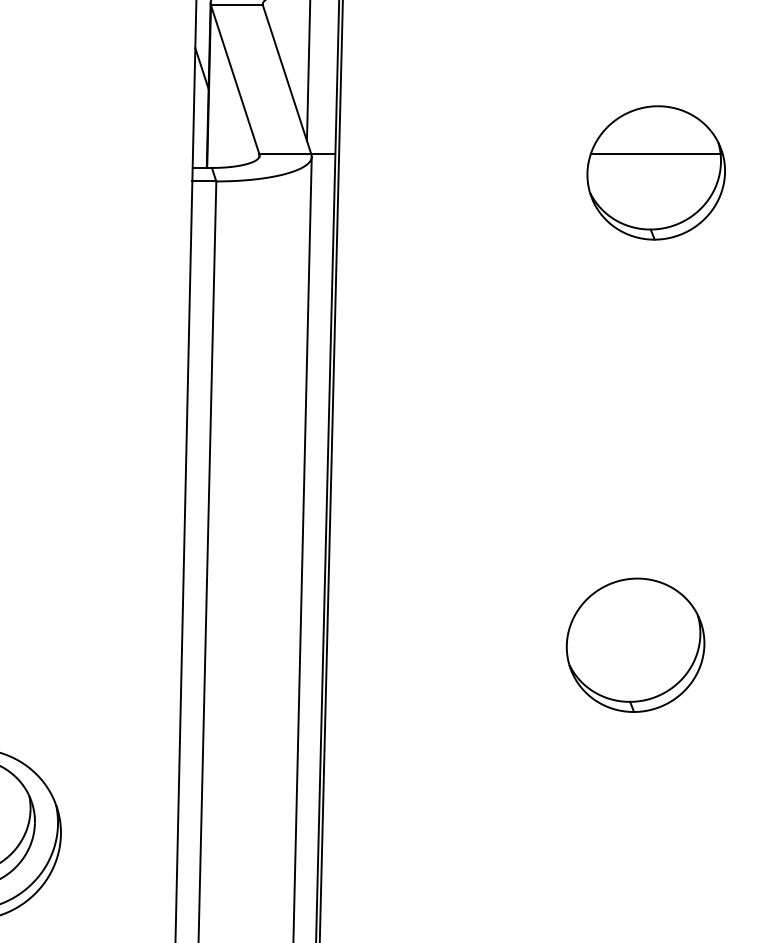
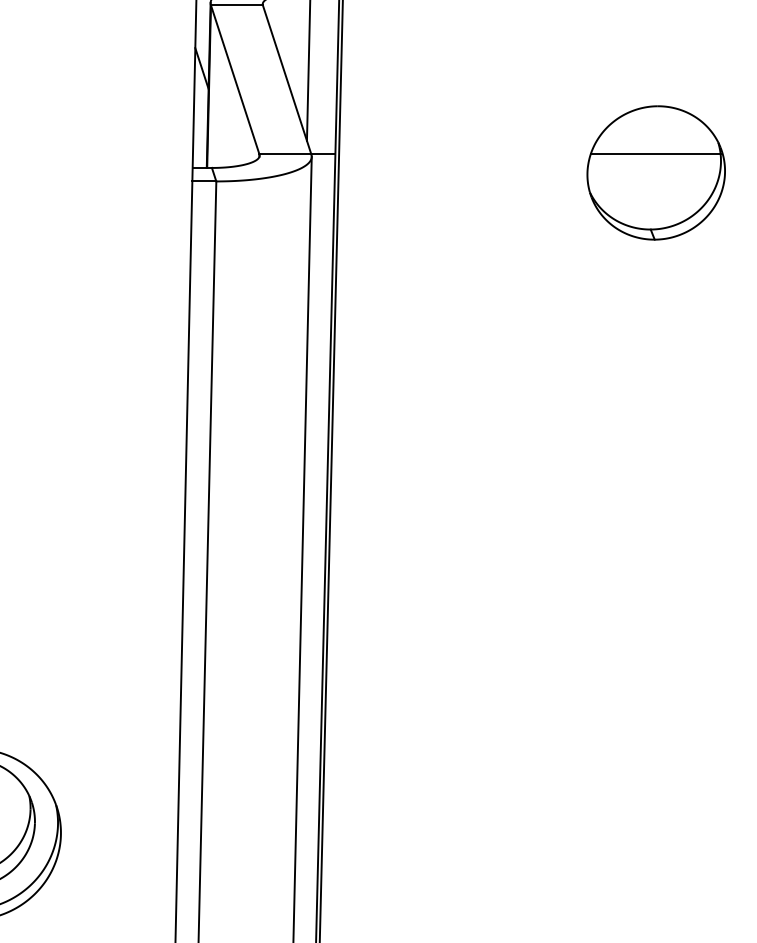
part at (635, 644): present -> none
